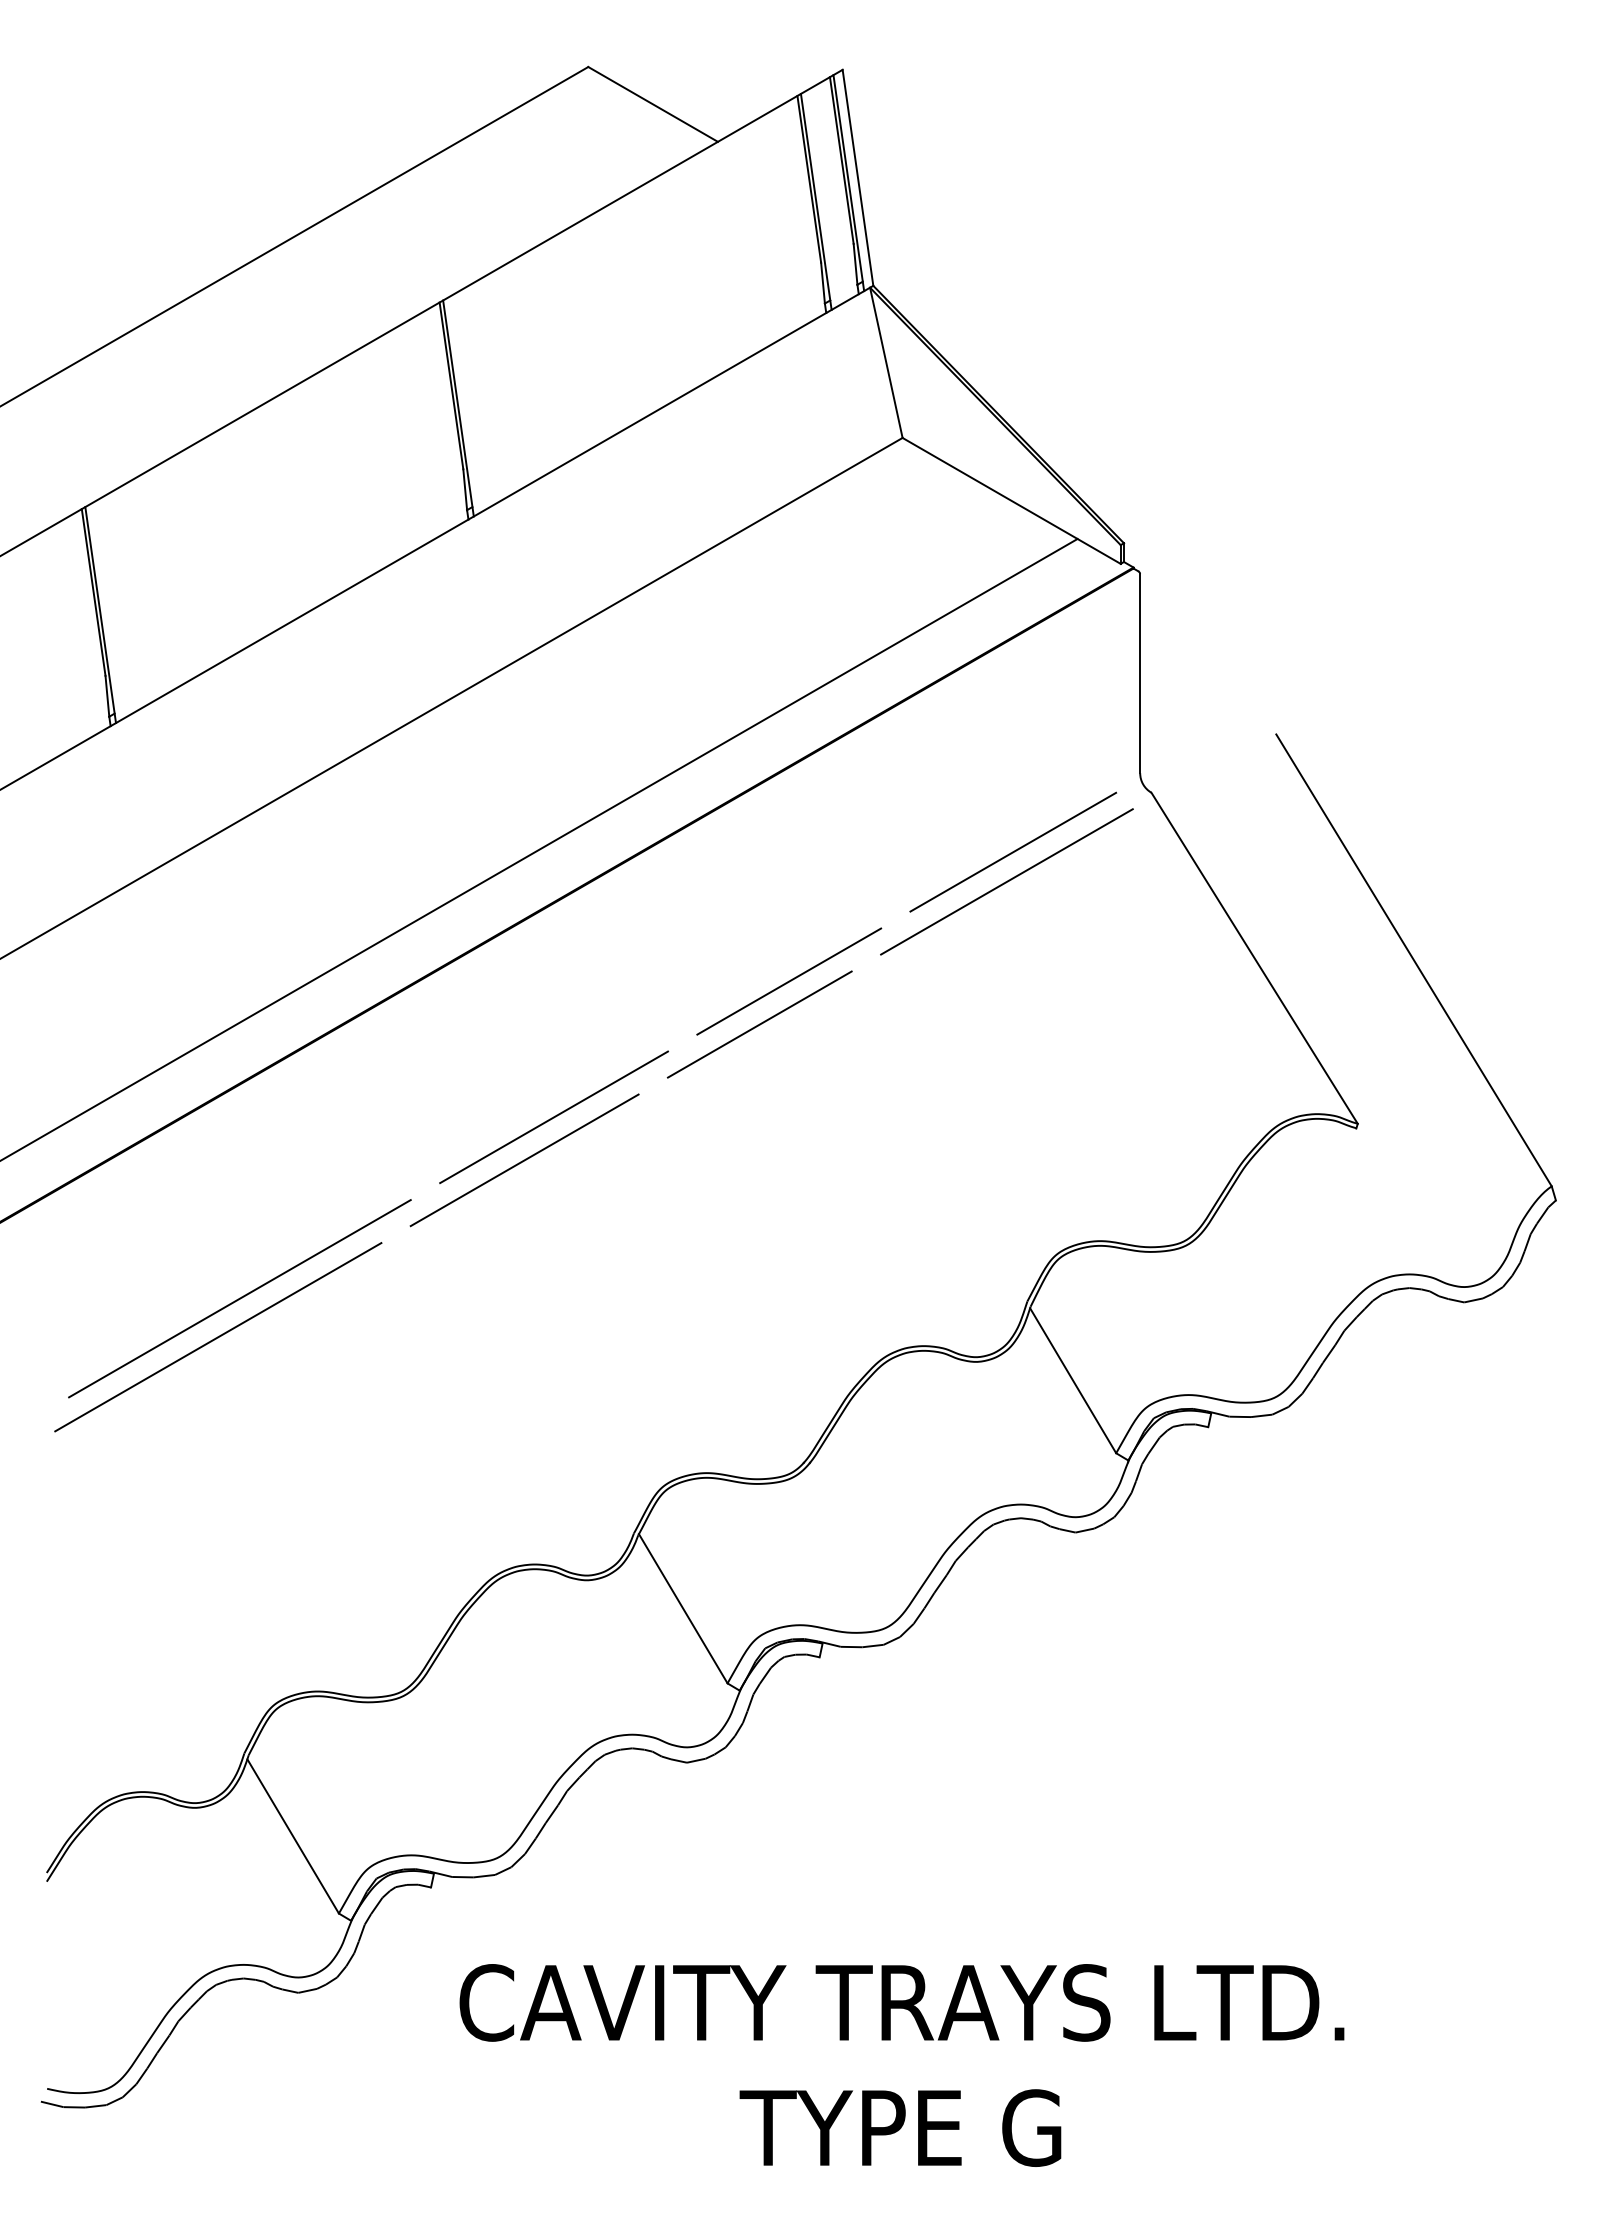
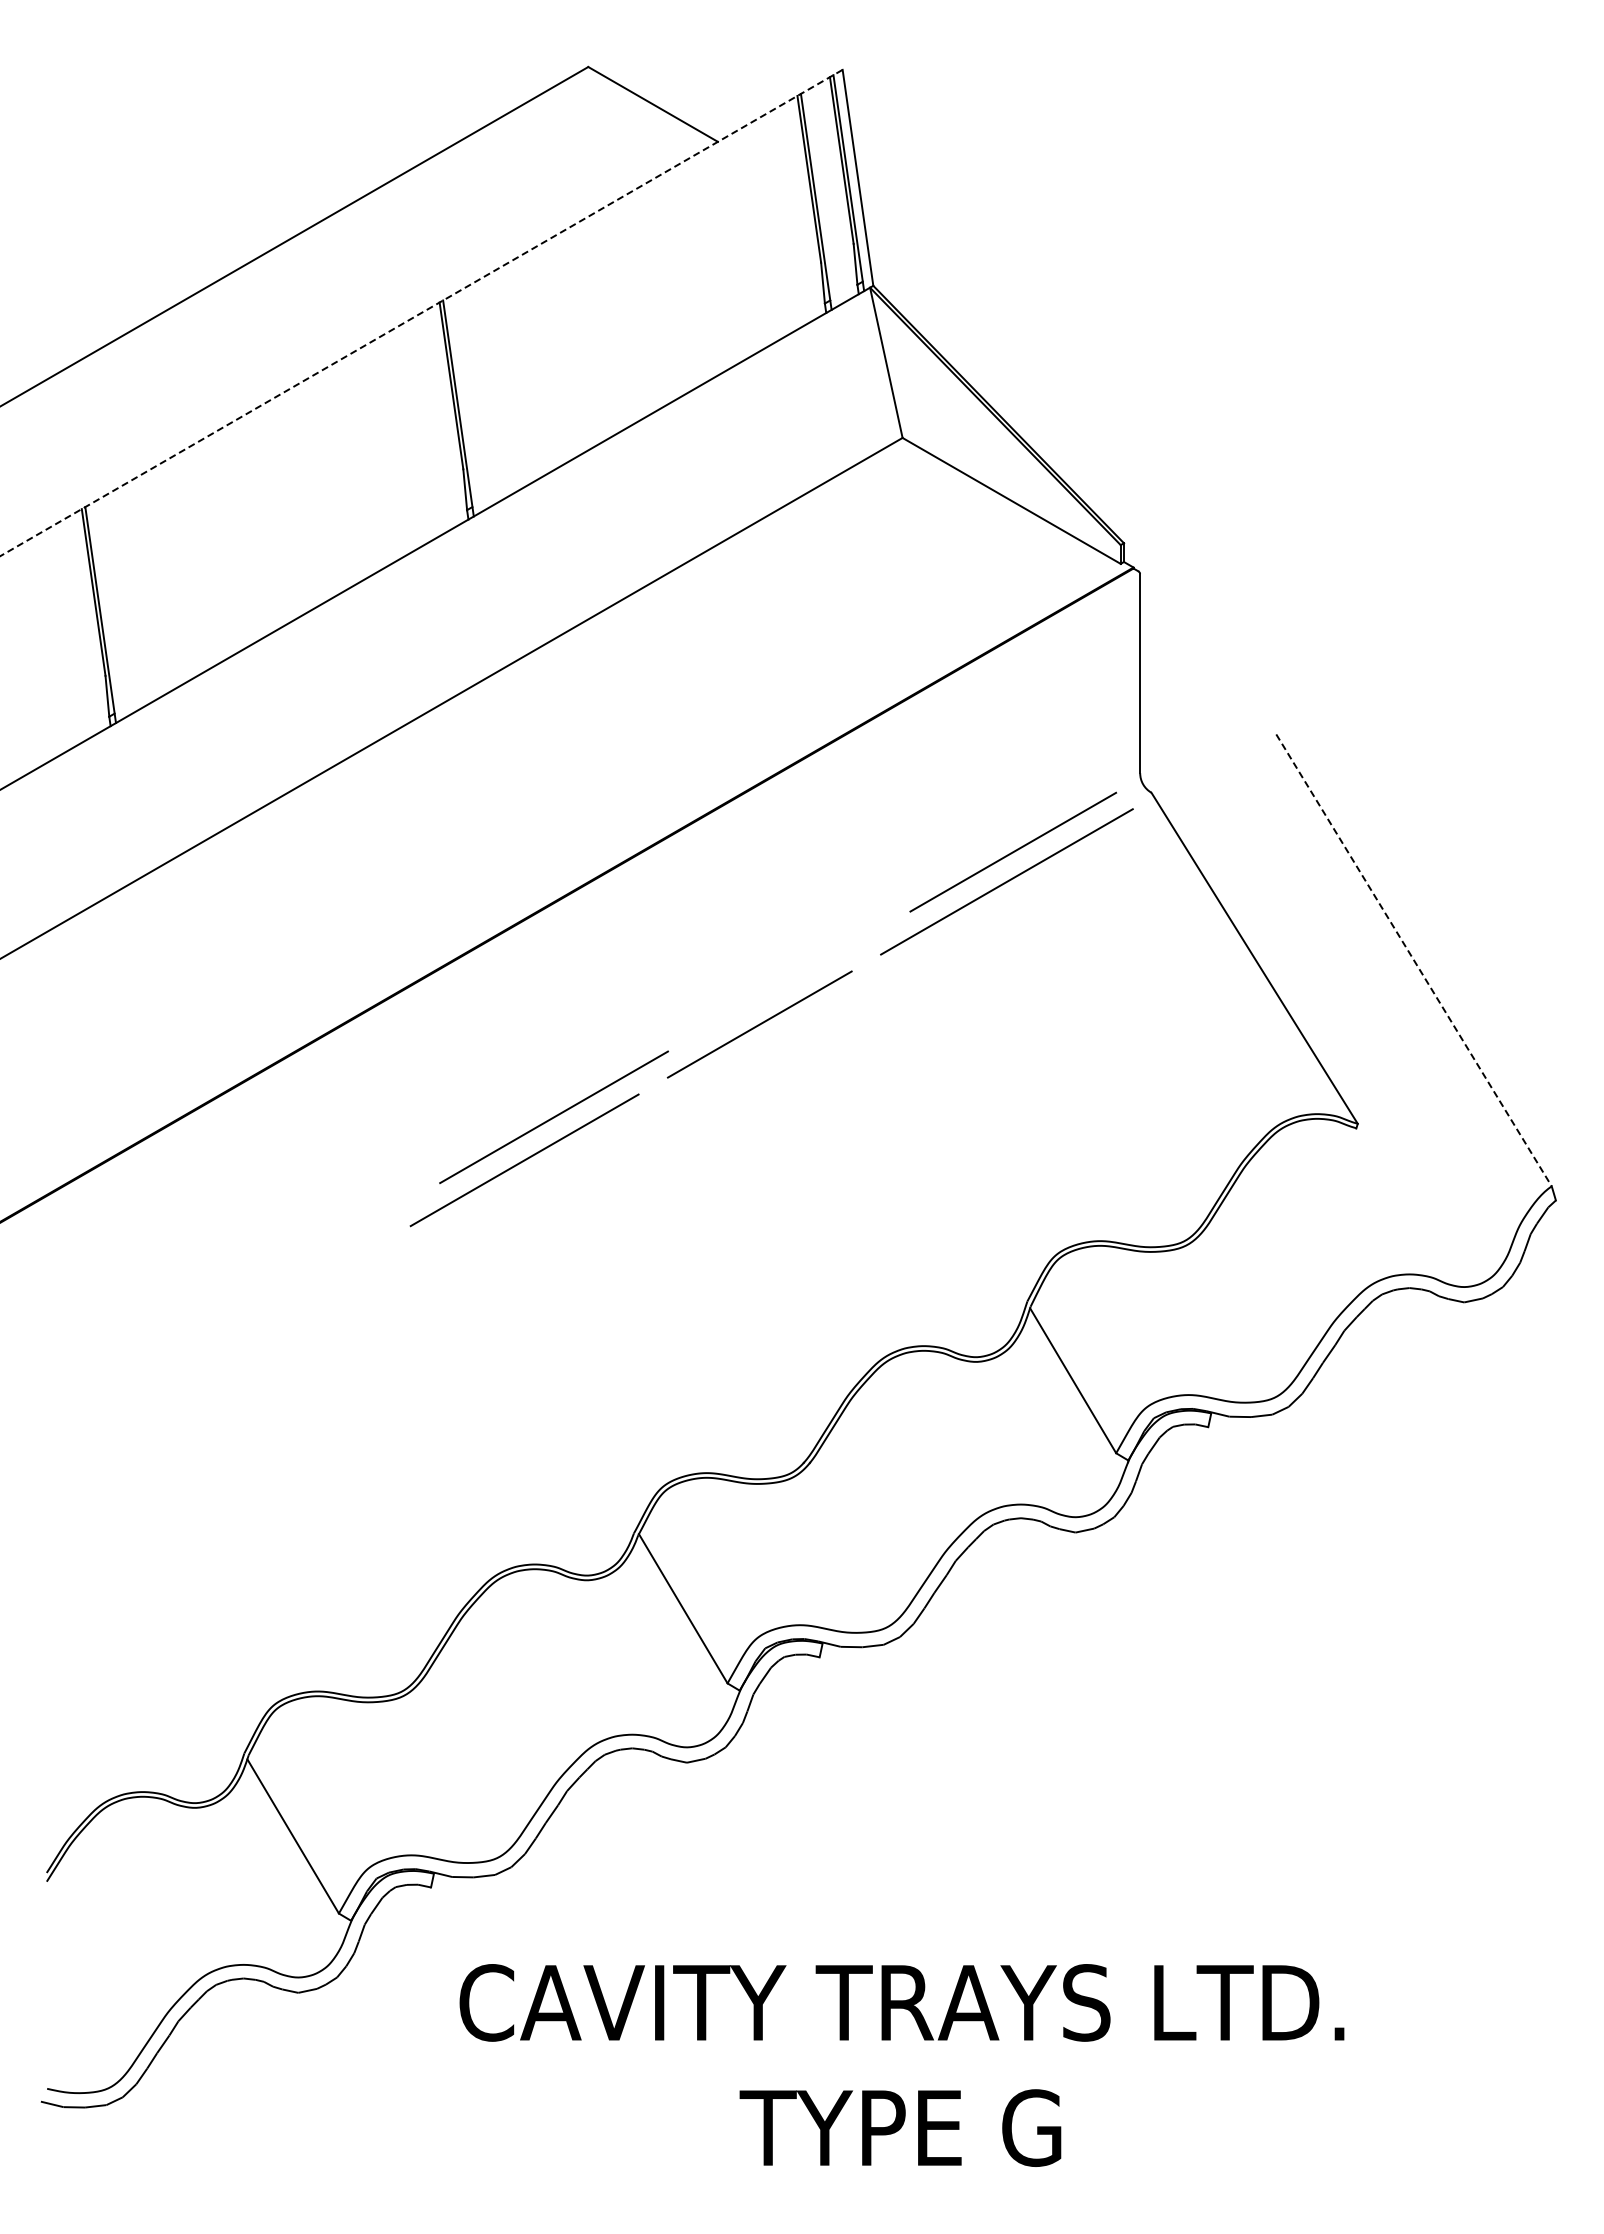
line at (421, 312): solid -> dashed
line at (539, 848): present -> none
line at (1414, 960): solid -> dashed
line at (789, 981): present -> none
line at (239, 1298): present -> none
line at (218, 1337): present -> none
